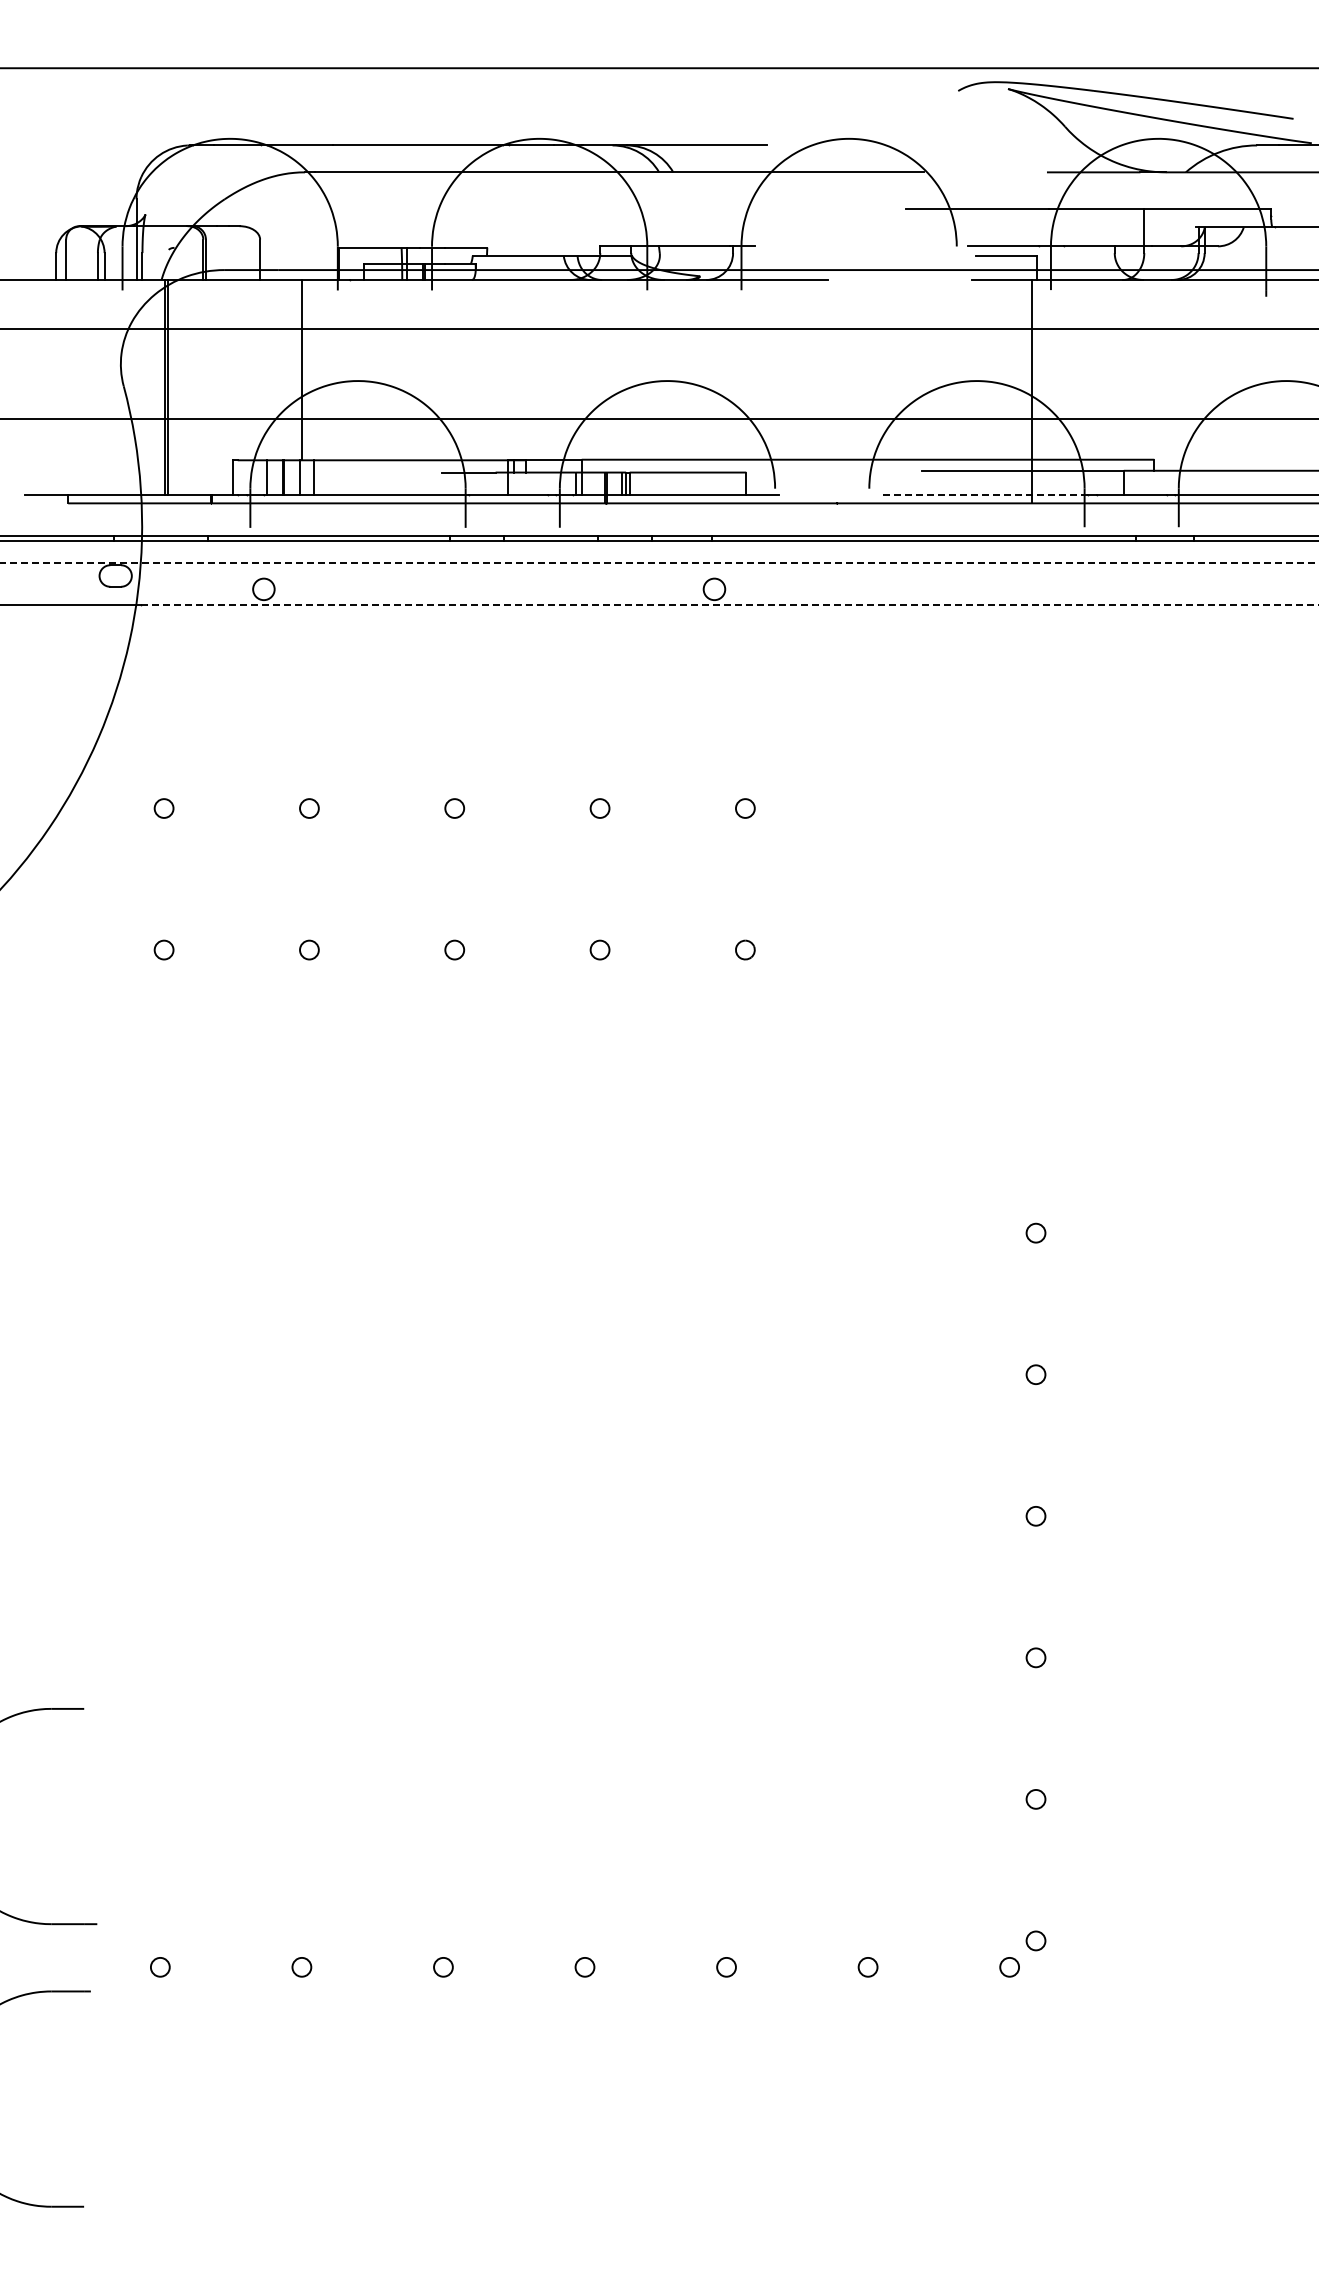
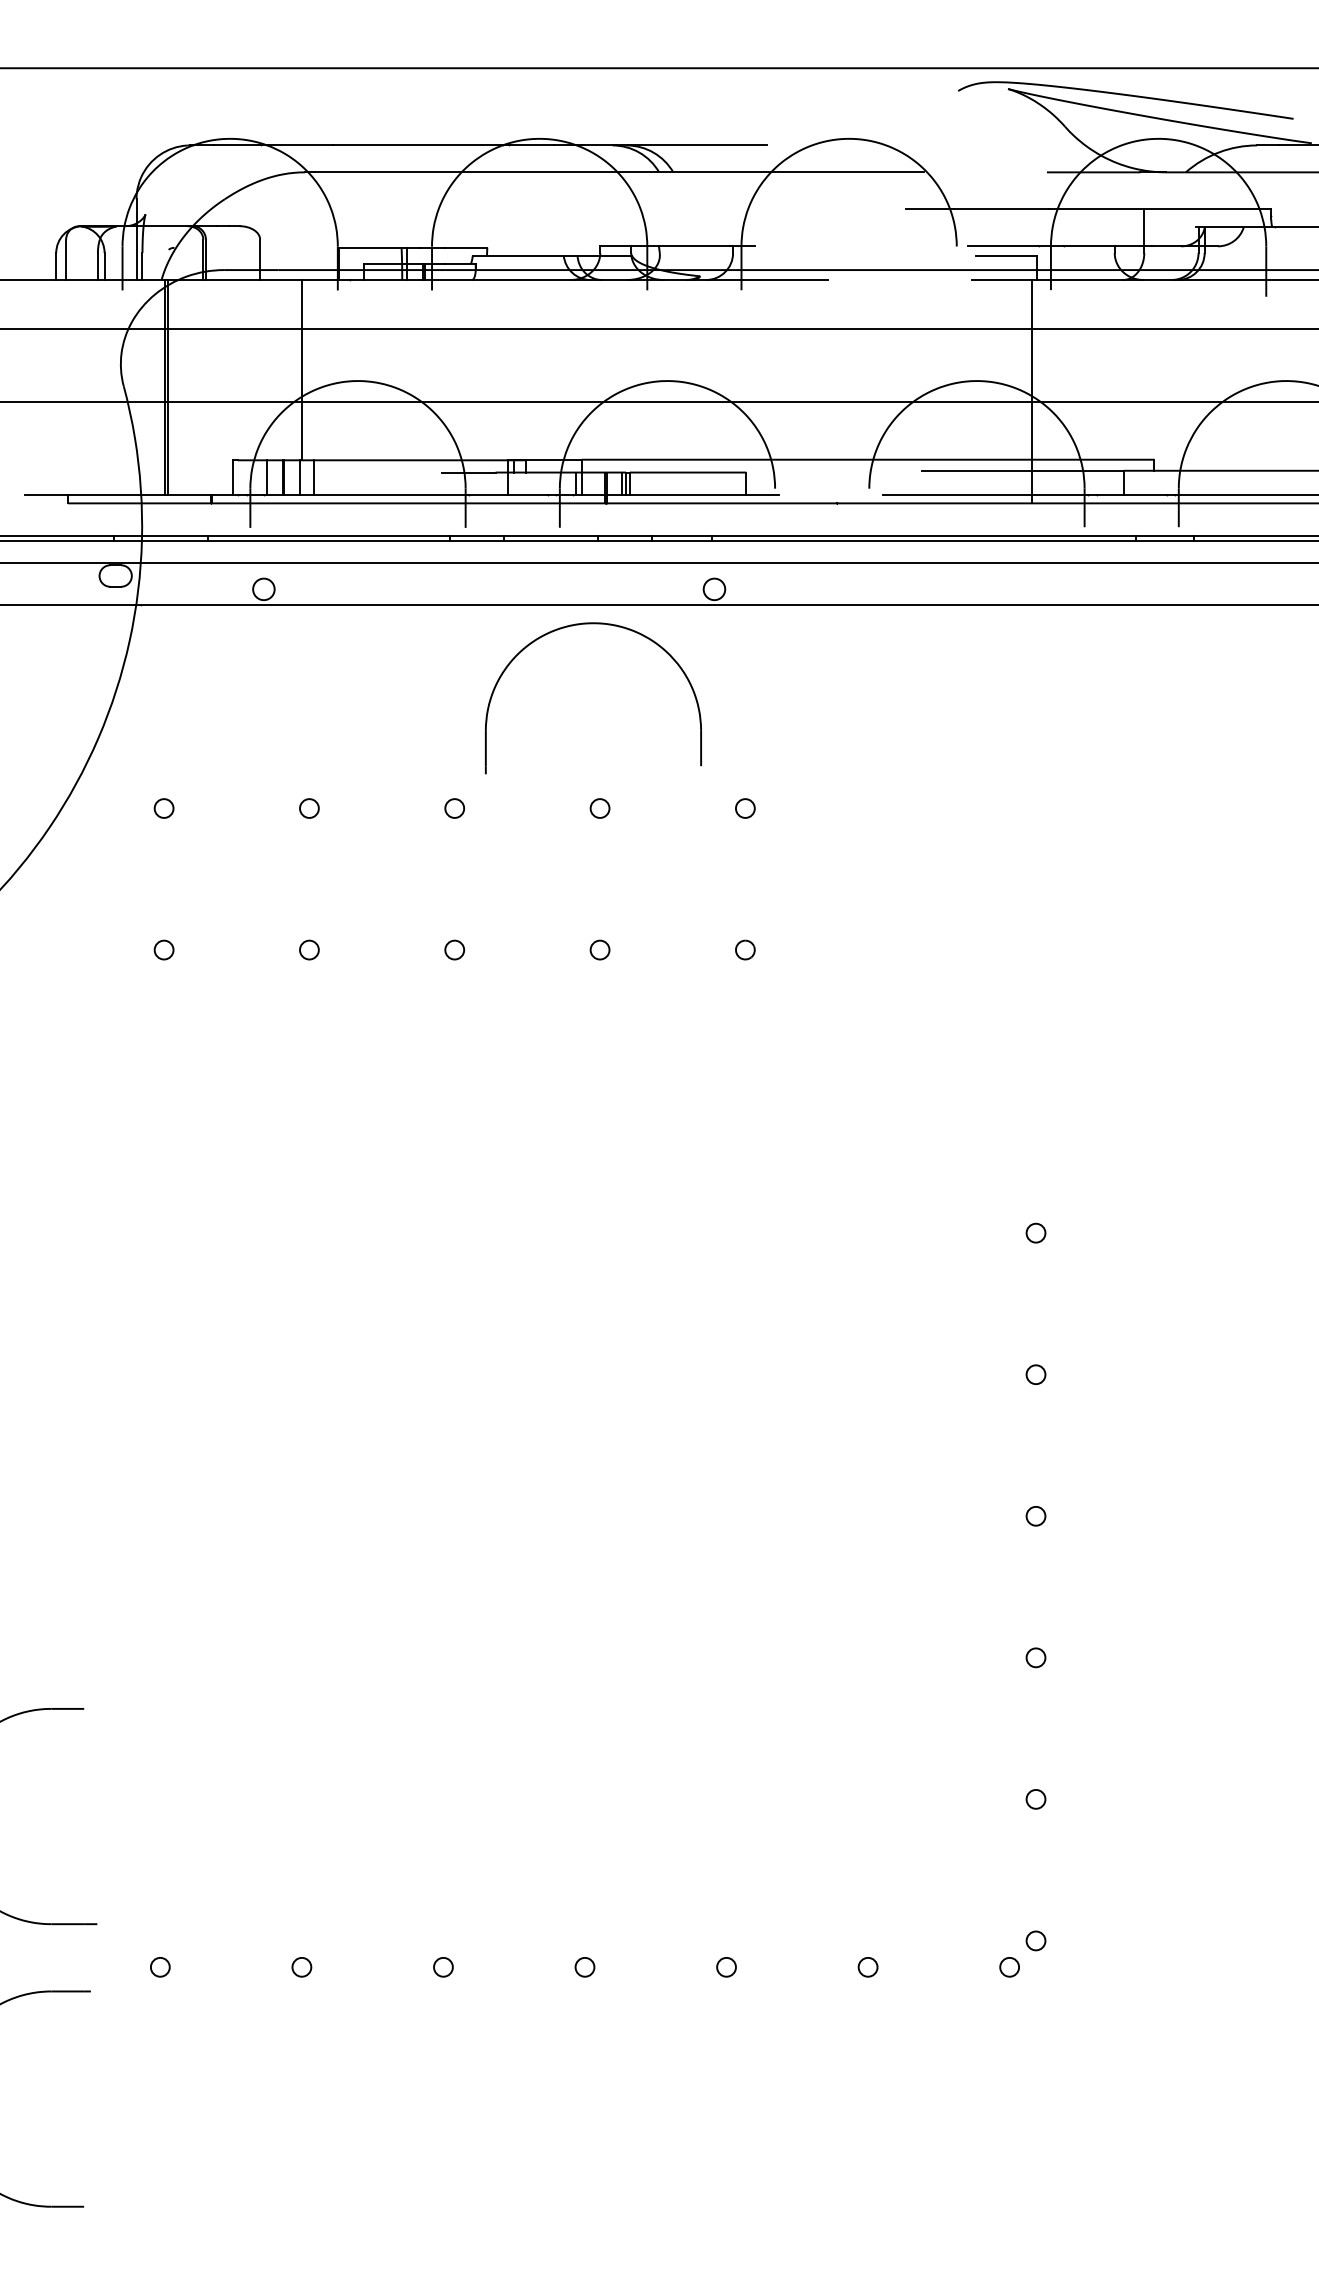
line at (658, 418) position: (658, 418) -> (658, 401)
line at (985, 495): dashed -> solid
line at (659, 562): dashed -> solid
line at (730, 604): dashed -> solid
part at (593, 624): none -> present
